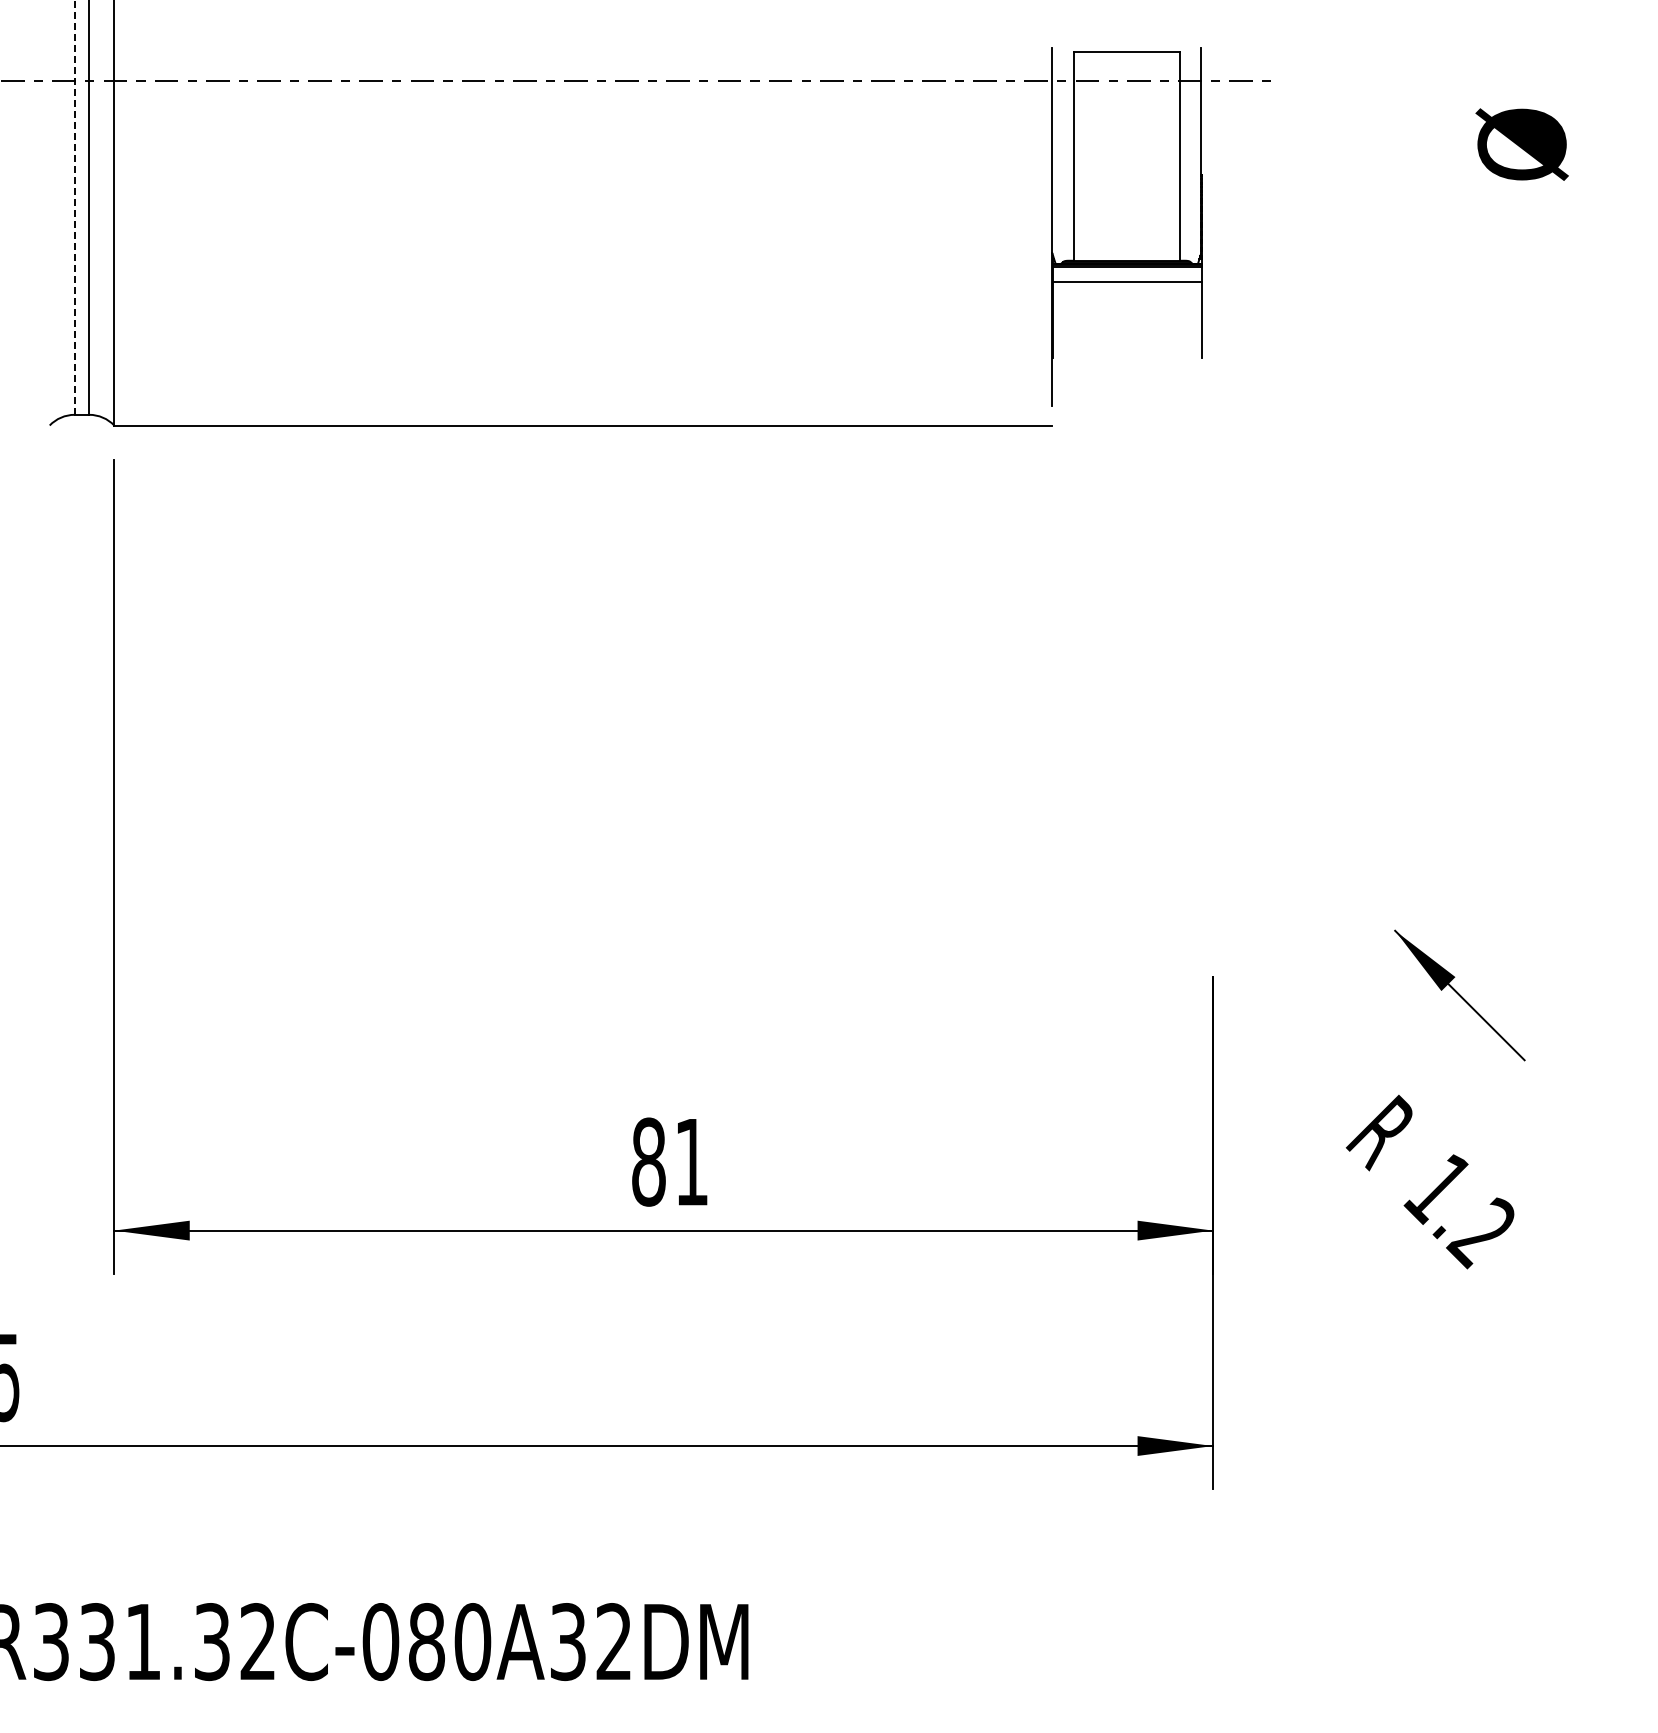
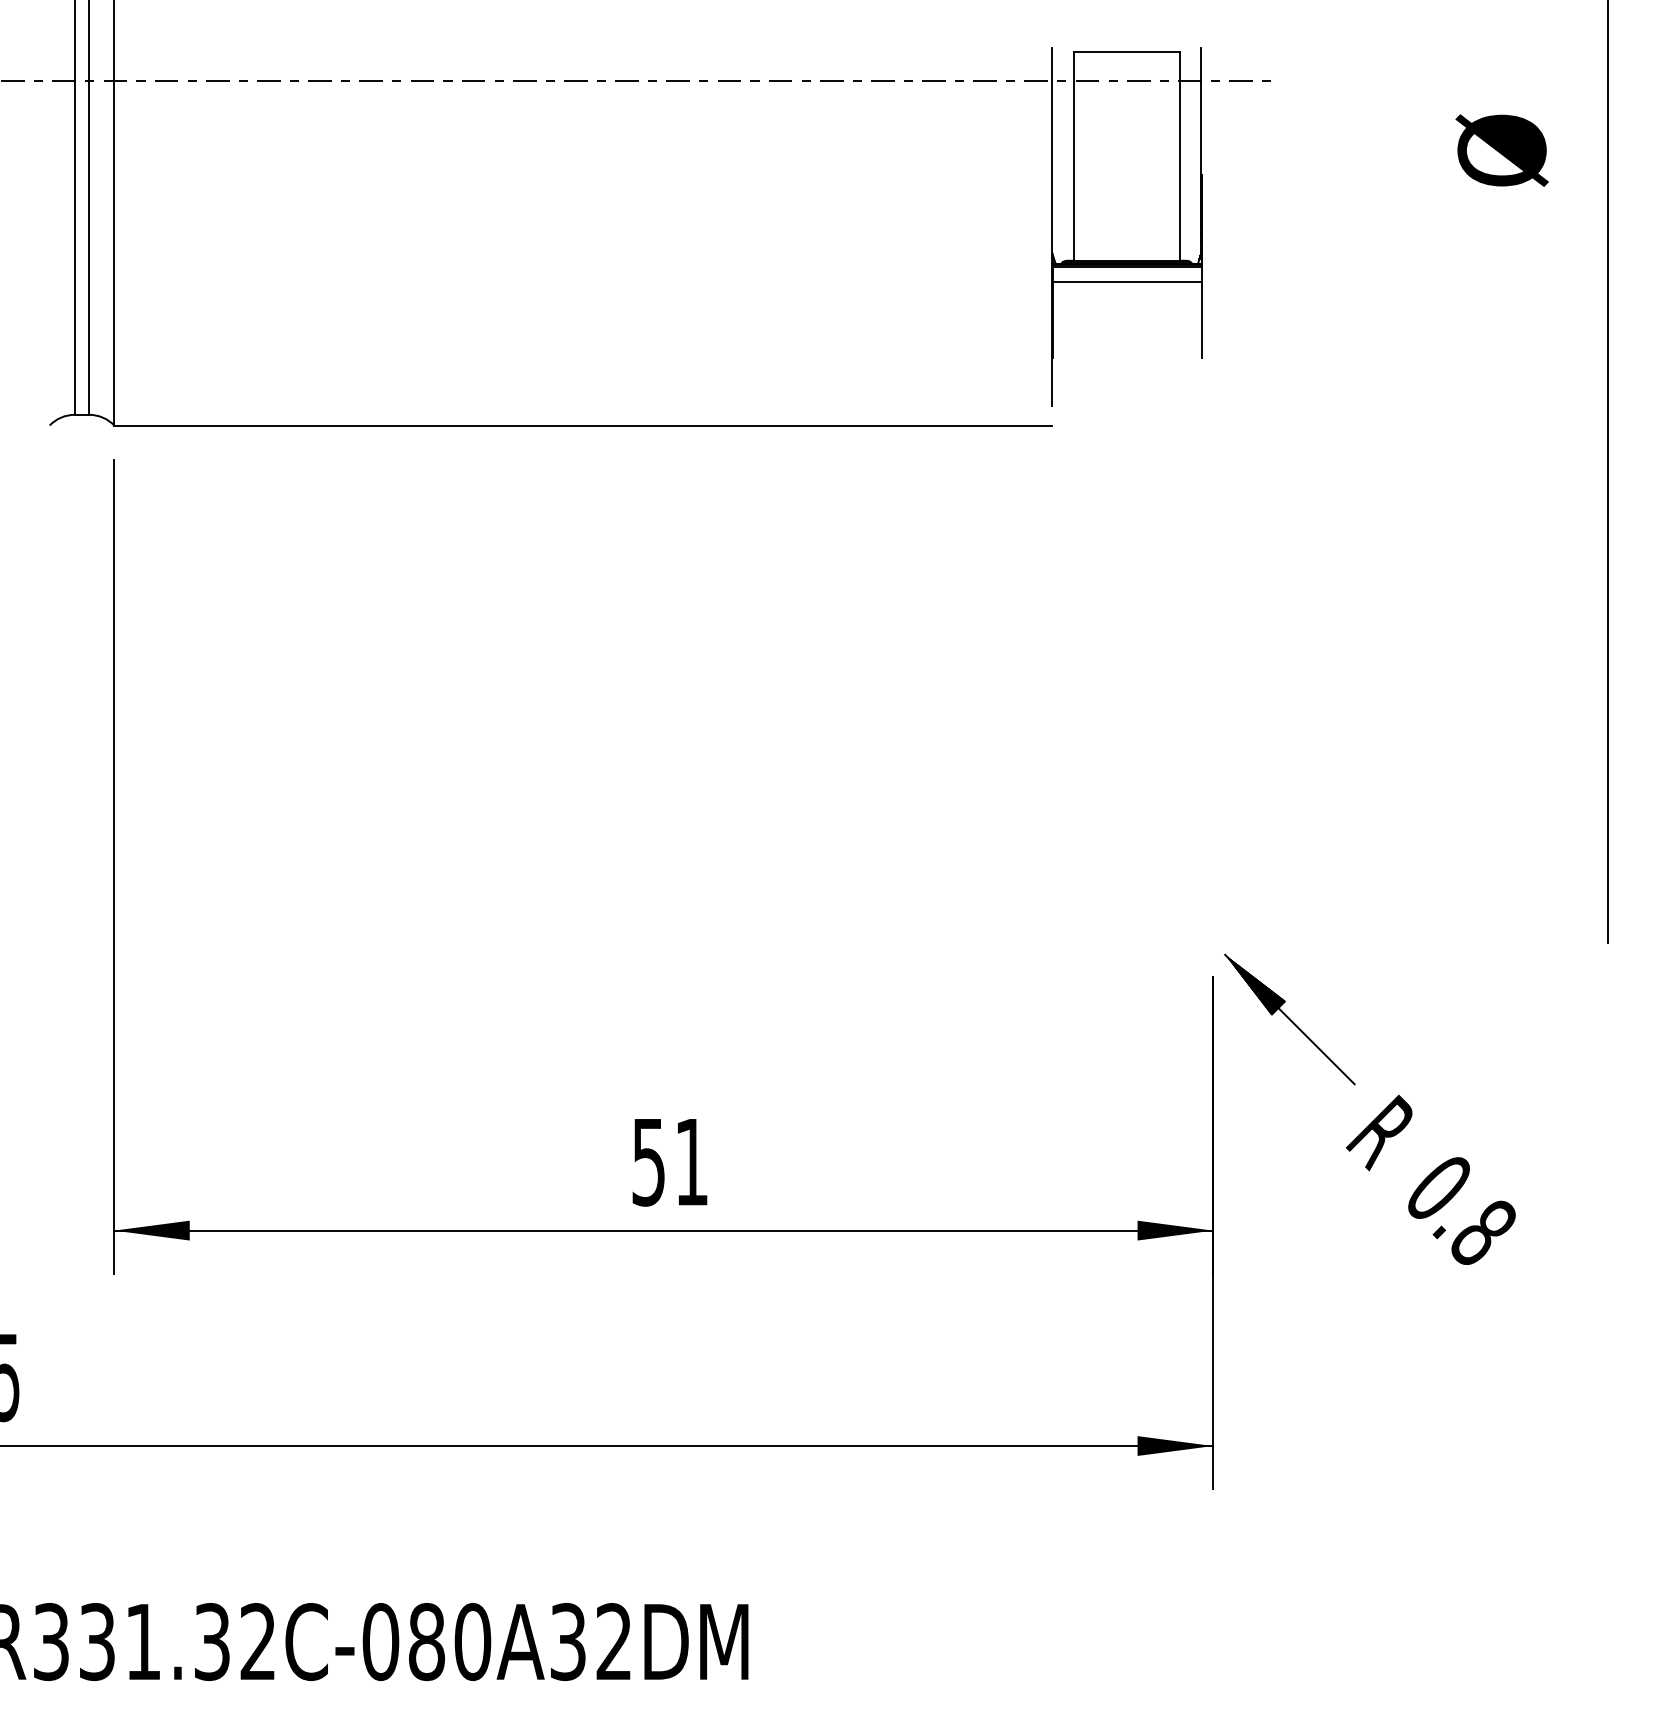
text at (1521, 144) position: (1521, 144) -> (1501, 150)
line at (74, 207): dashed -> solid
line at (1608, 472): none -> present
part at (1459, 995) position: (1459, 995) -> (1289, 1019)
text at (648, 1161): 81 -> 51
text at (1459, 1211): 1.2 -> 0.8
